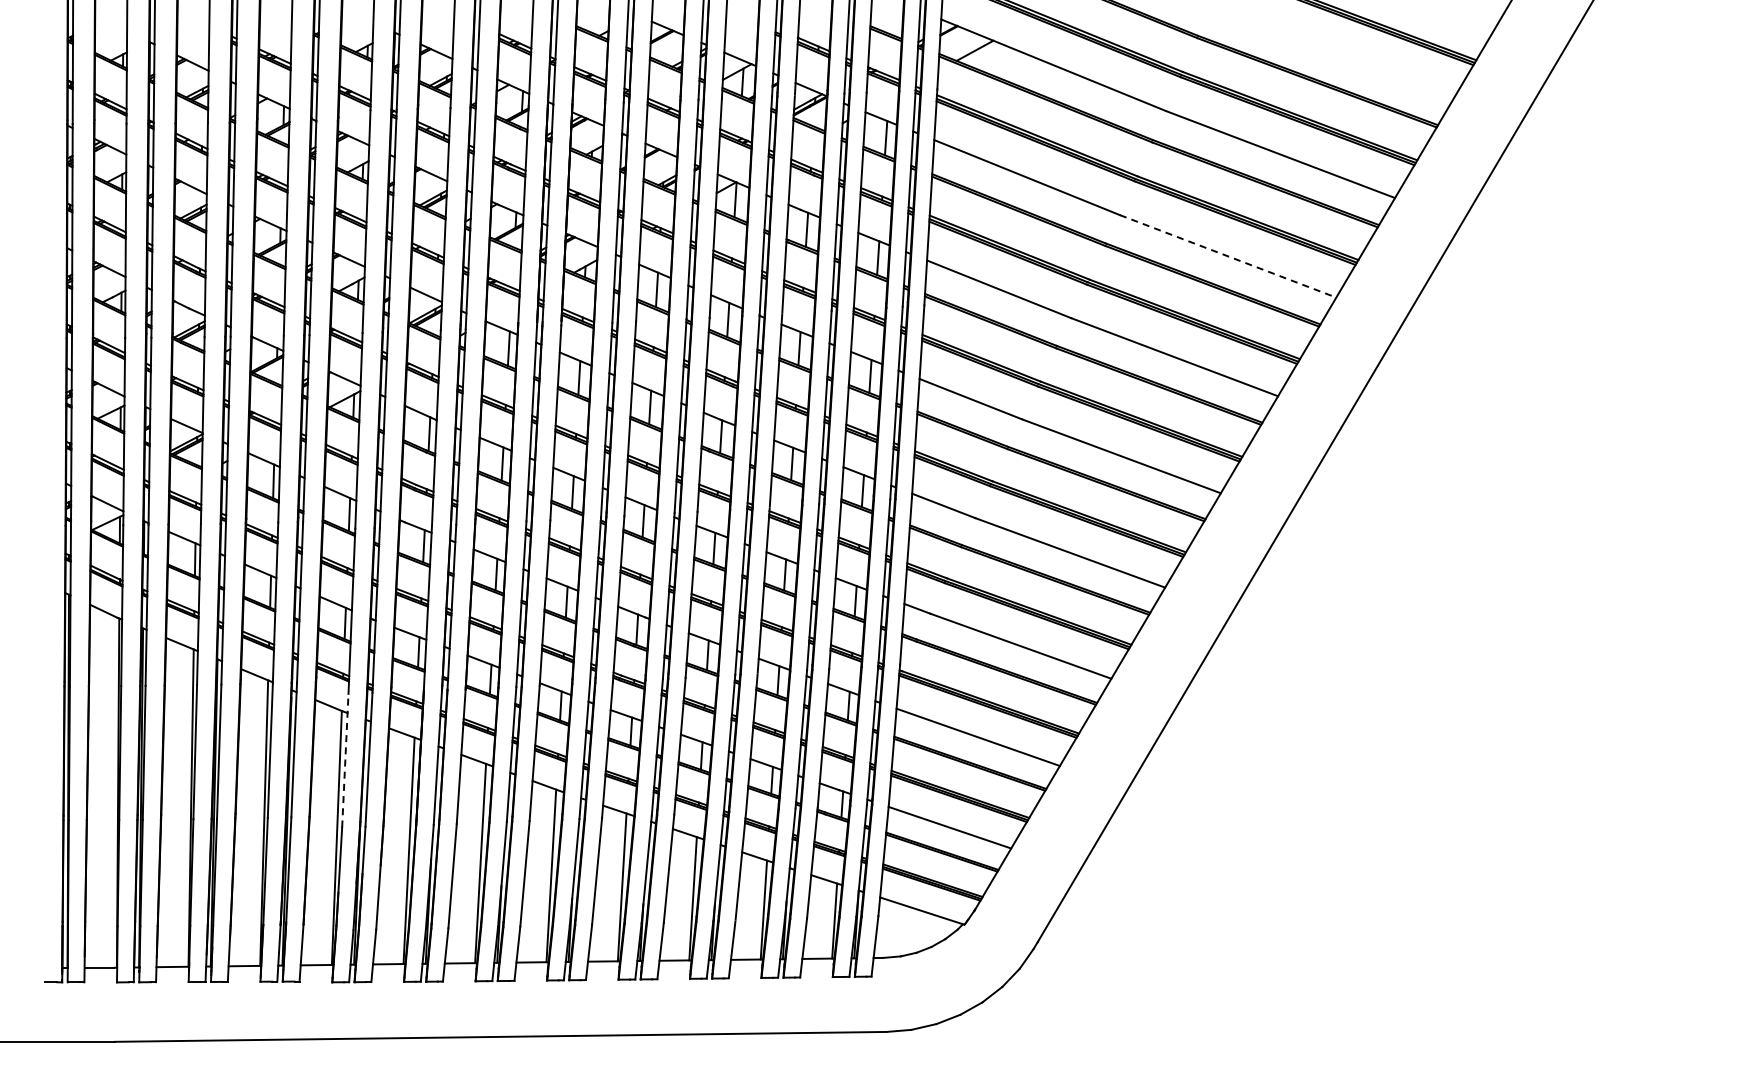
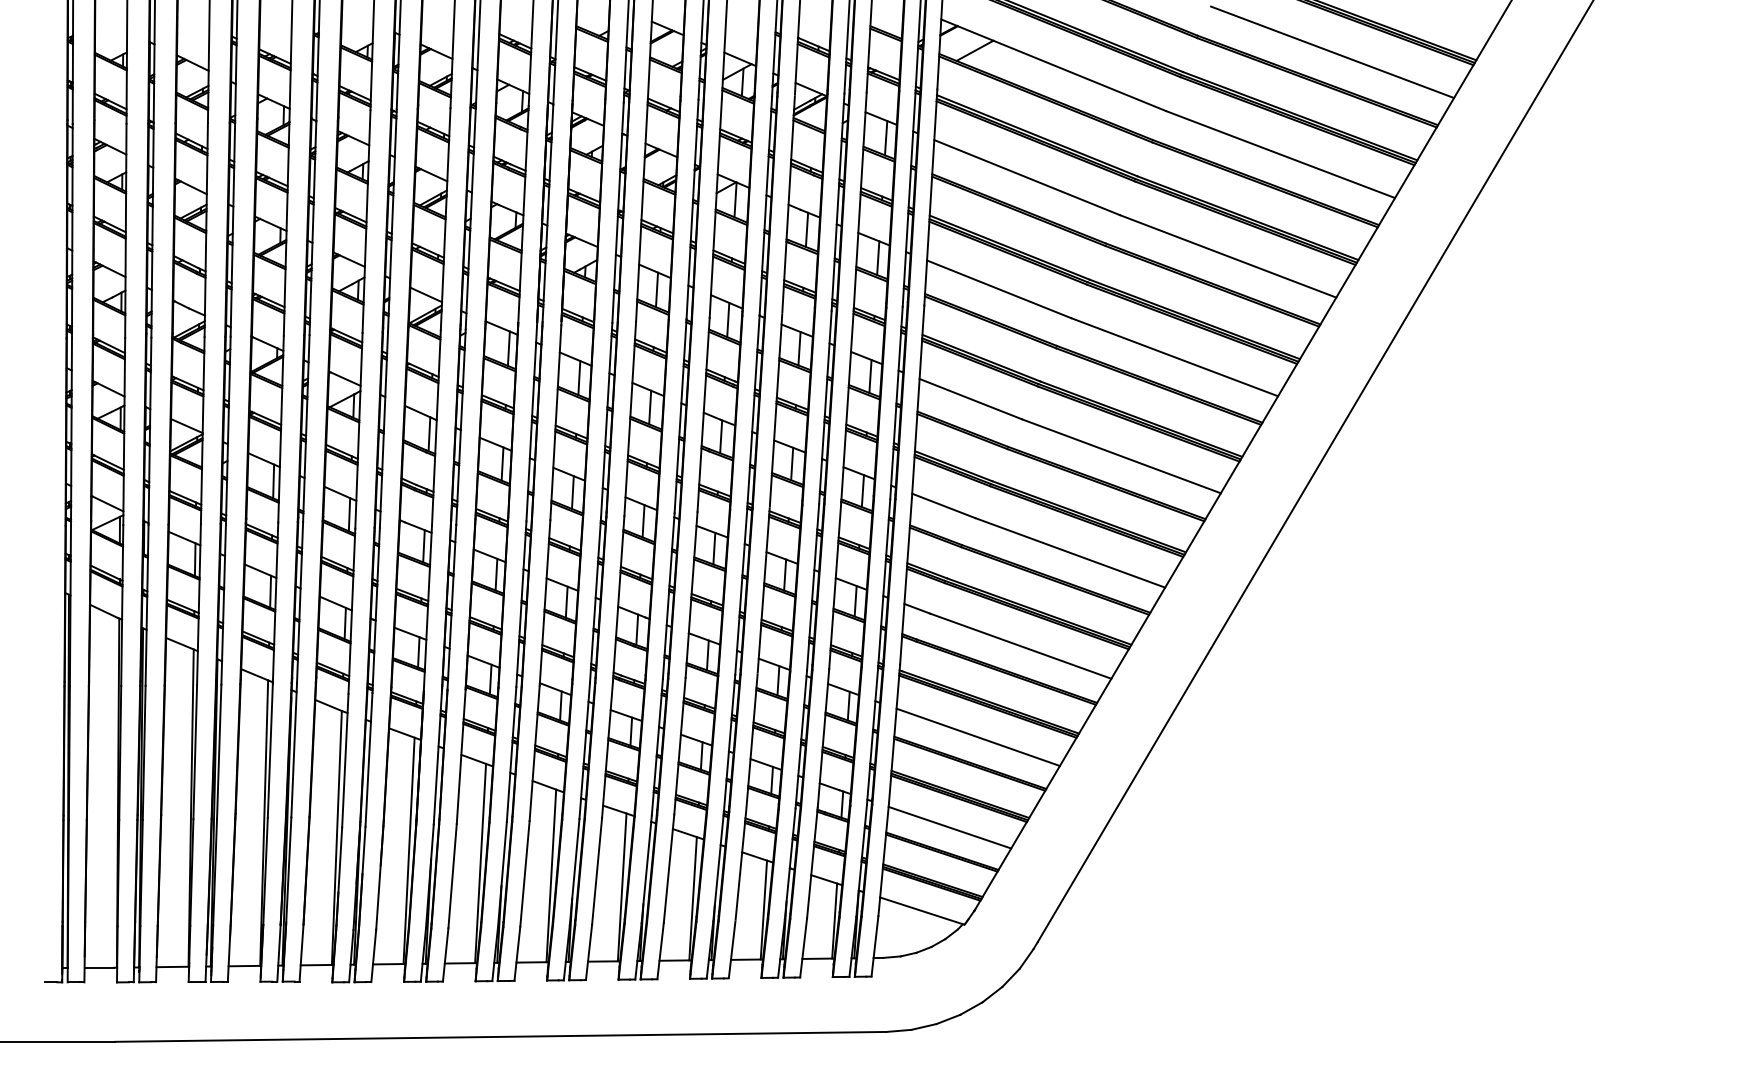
line at (1332, 52): none -> present
line at (1228, 256): dashed -> solid
line at (345, 760): dashed -> solid
